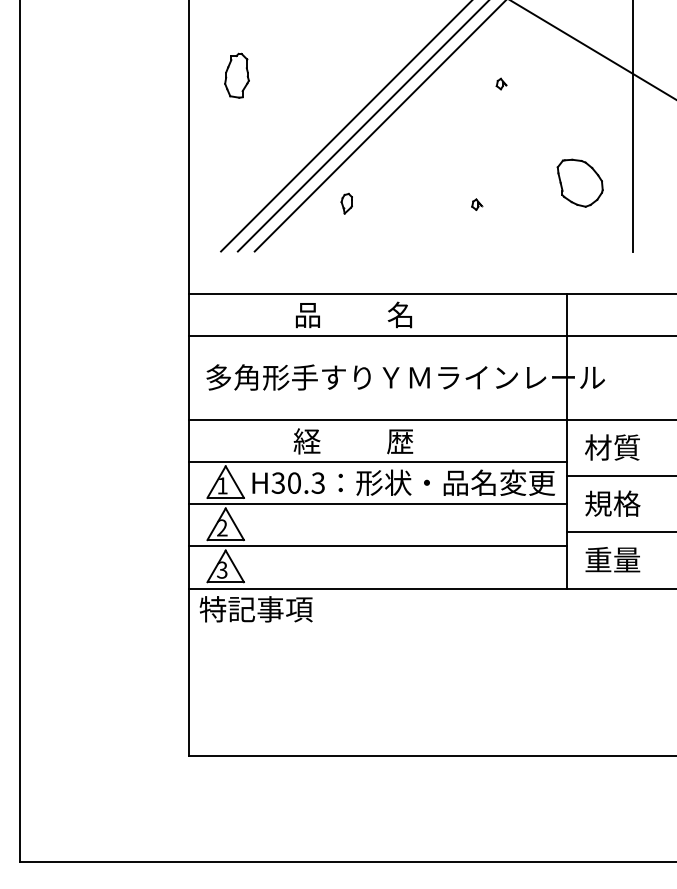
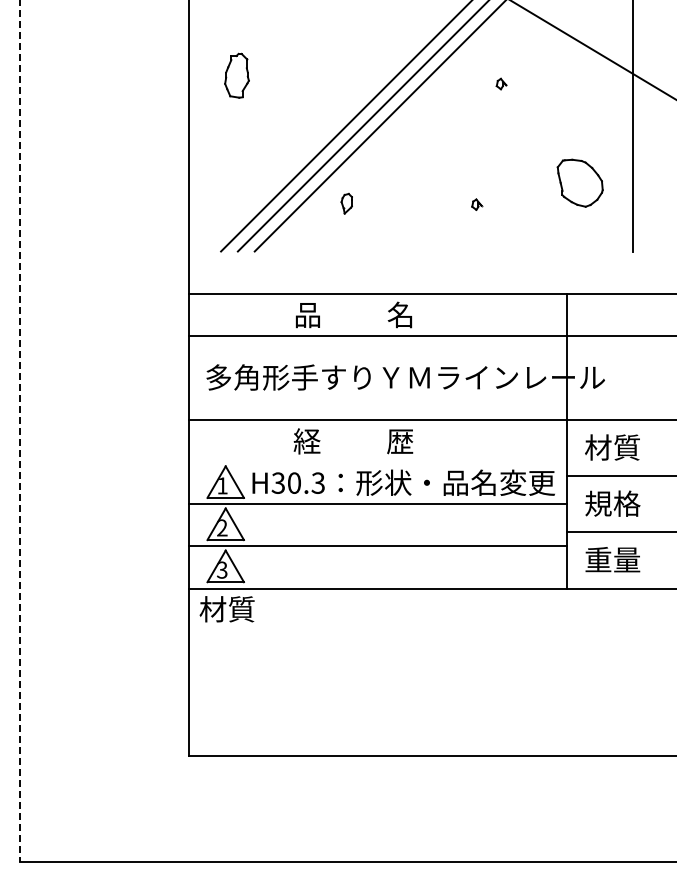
line at (20, 431): solid -> dashed
line at (377, 462): present -> none
text at (255, 609): 特記事項 -> 材質
